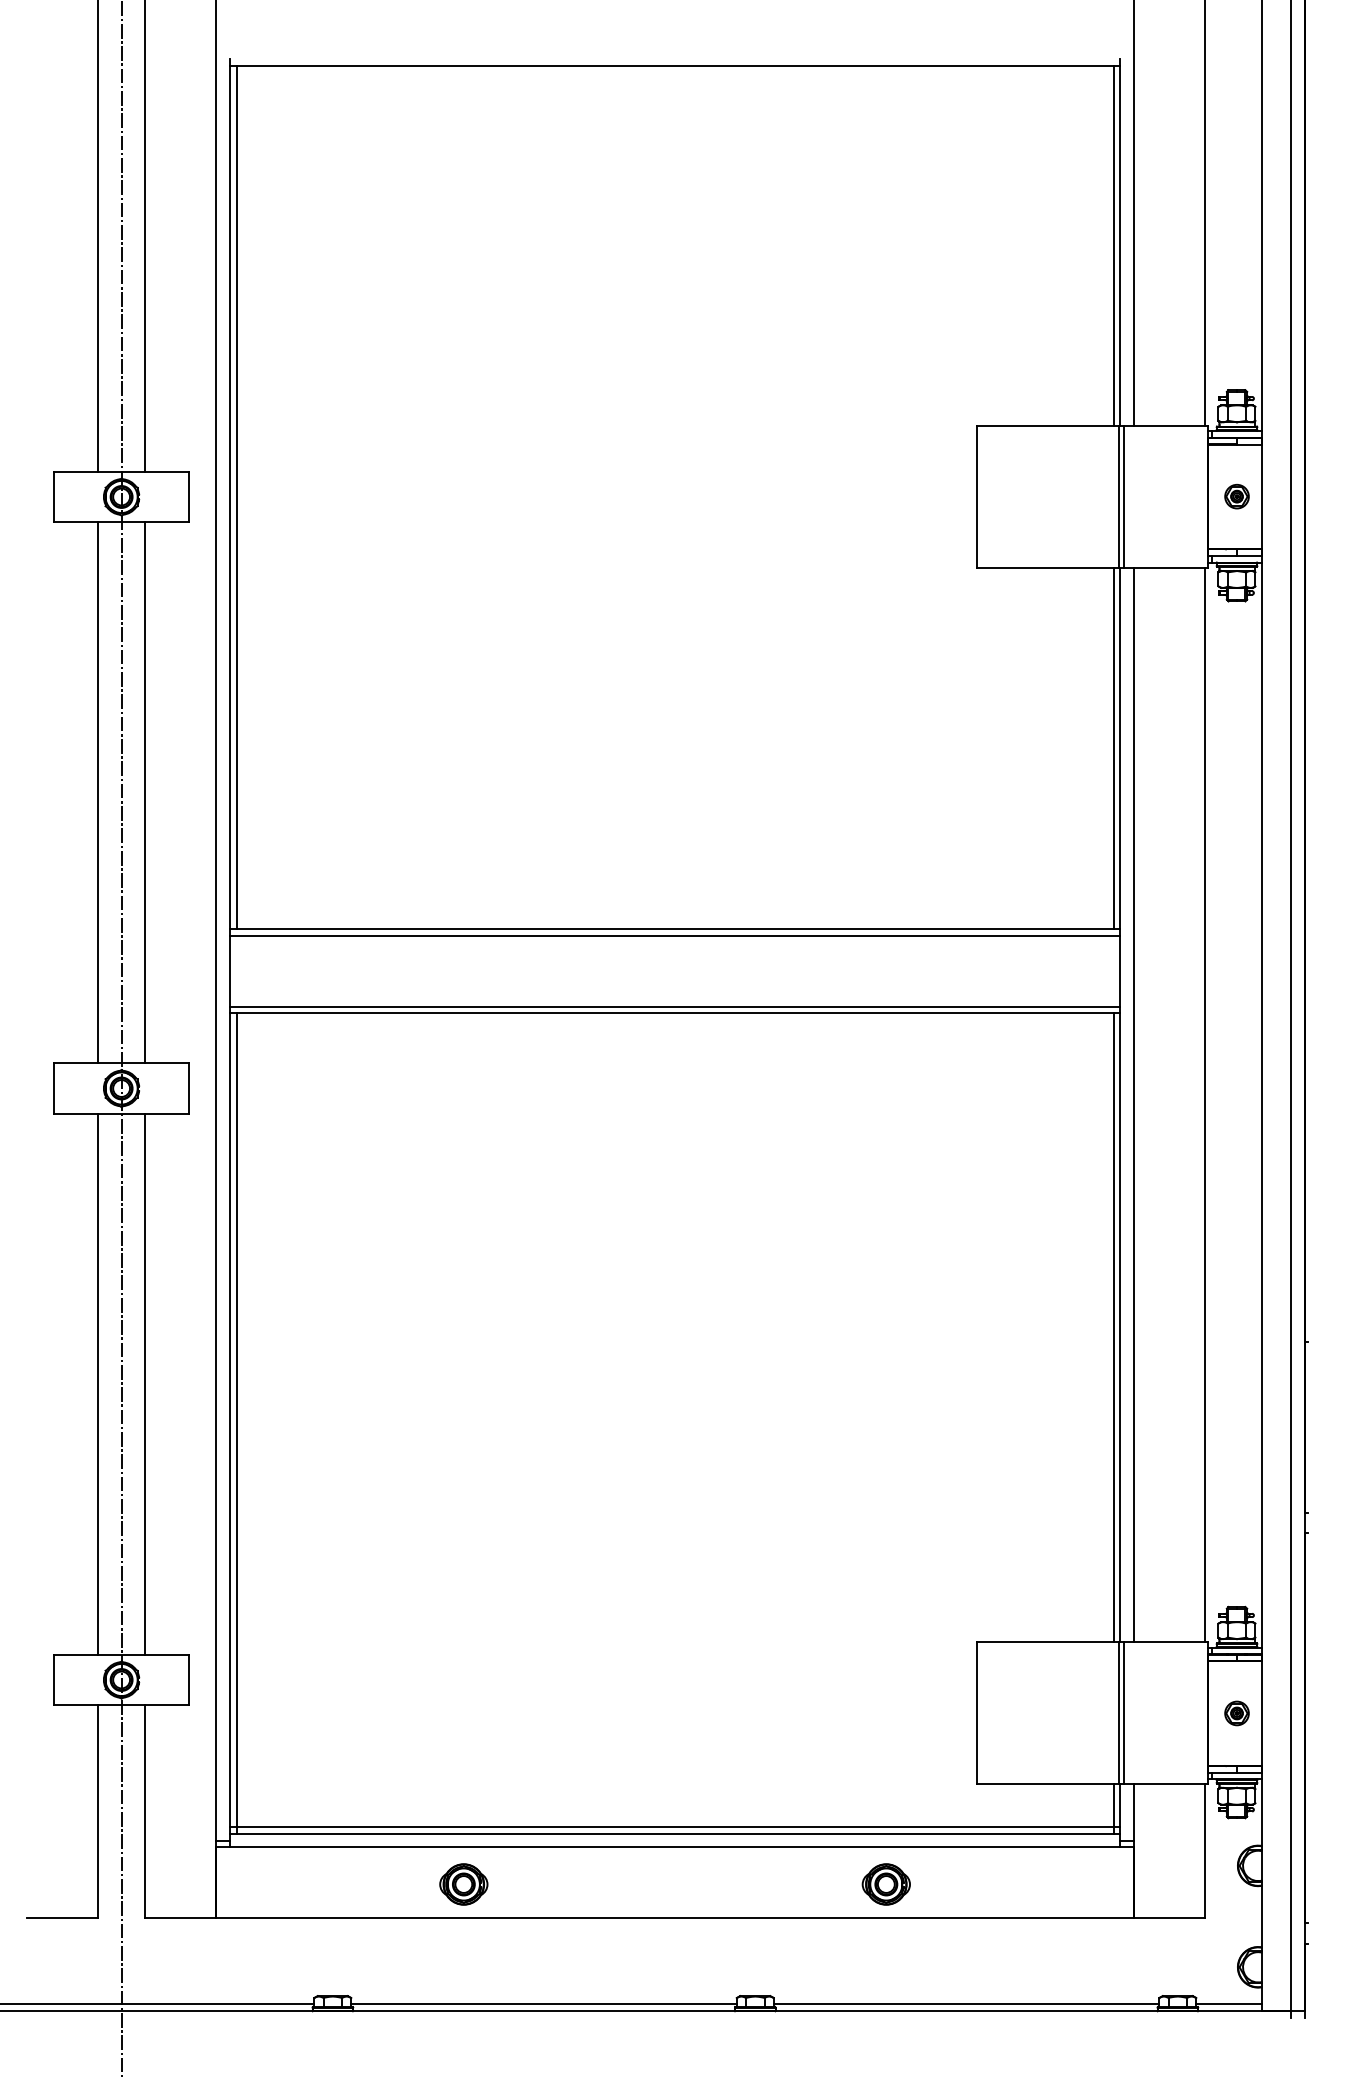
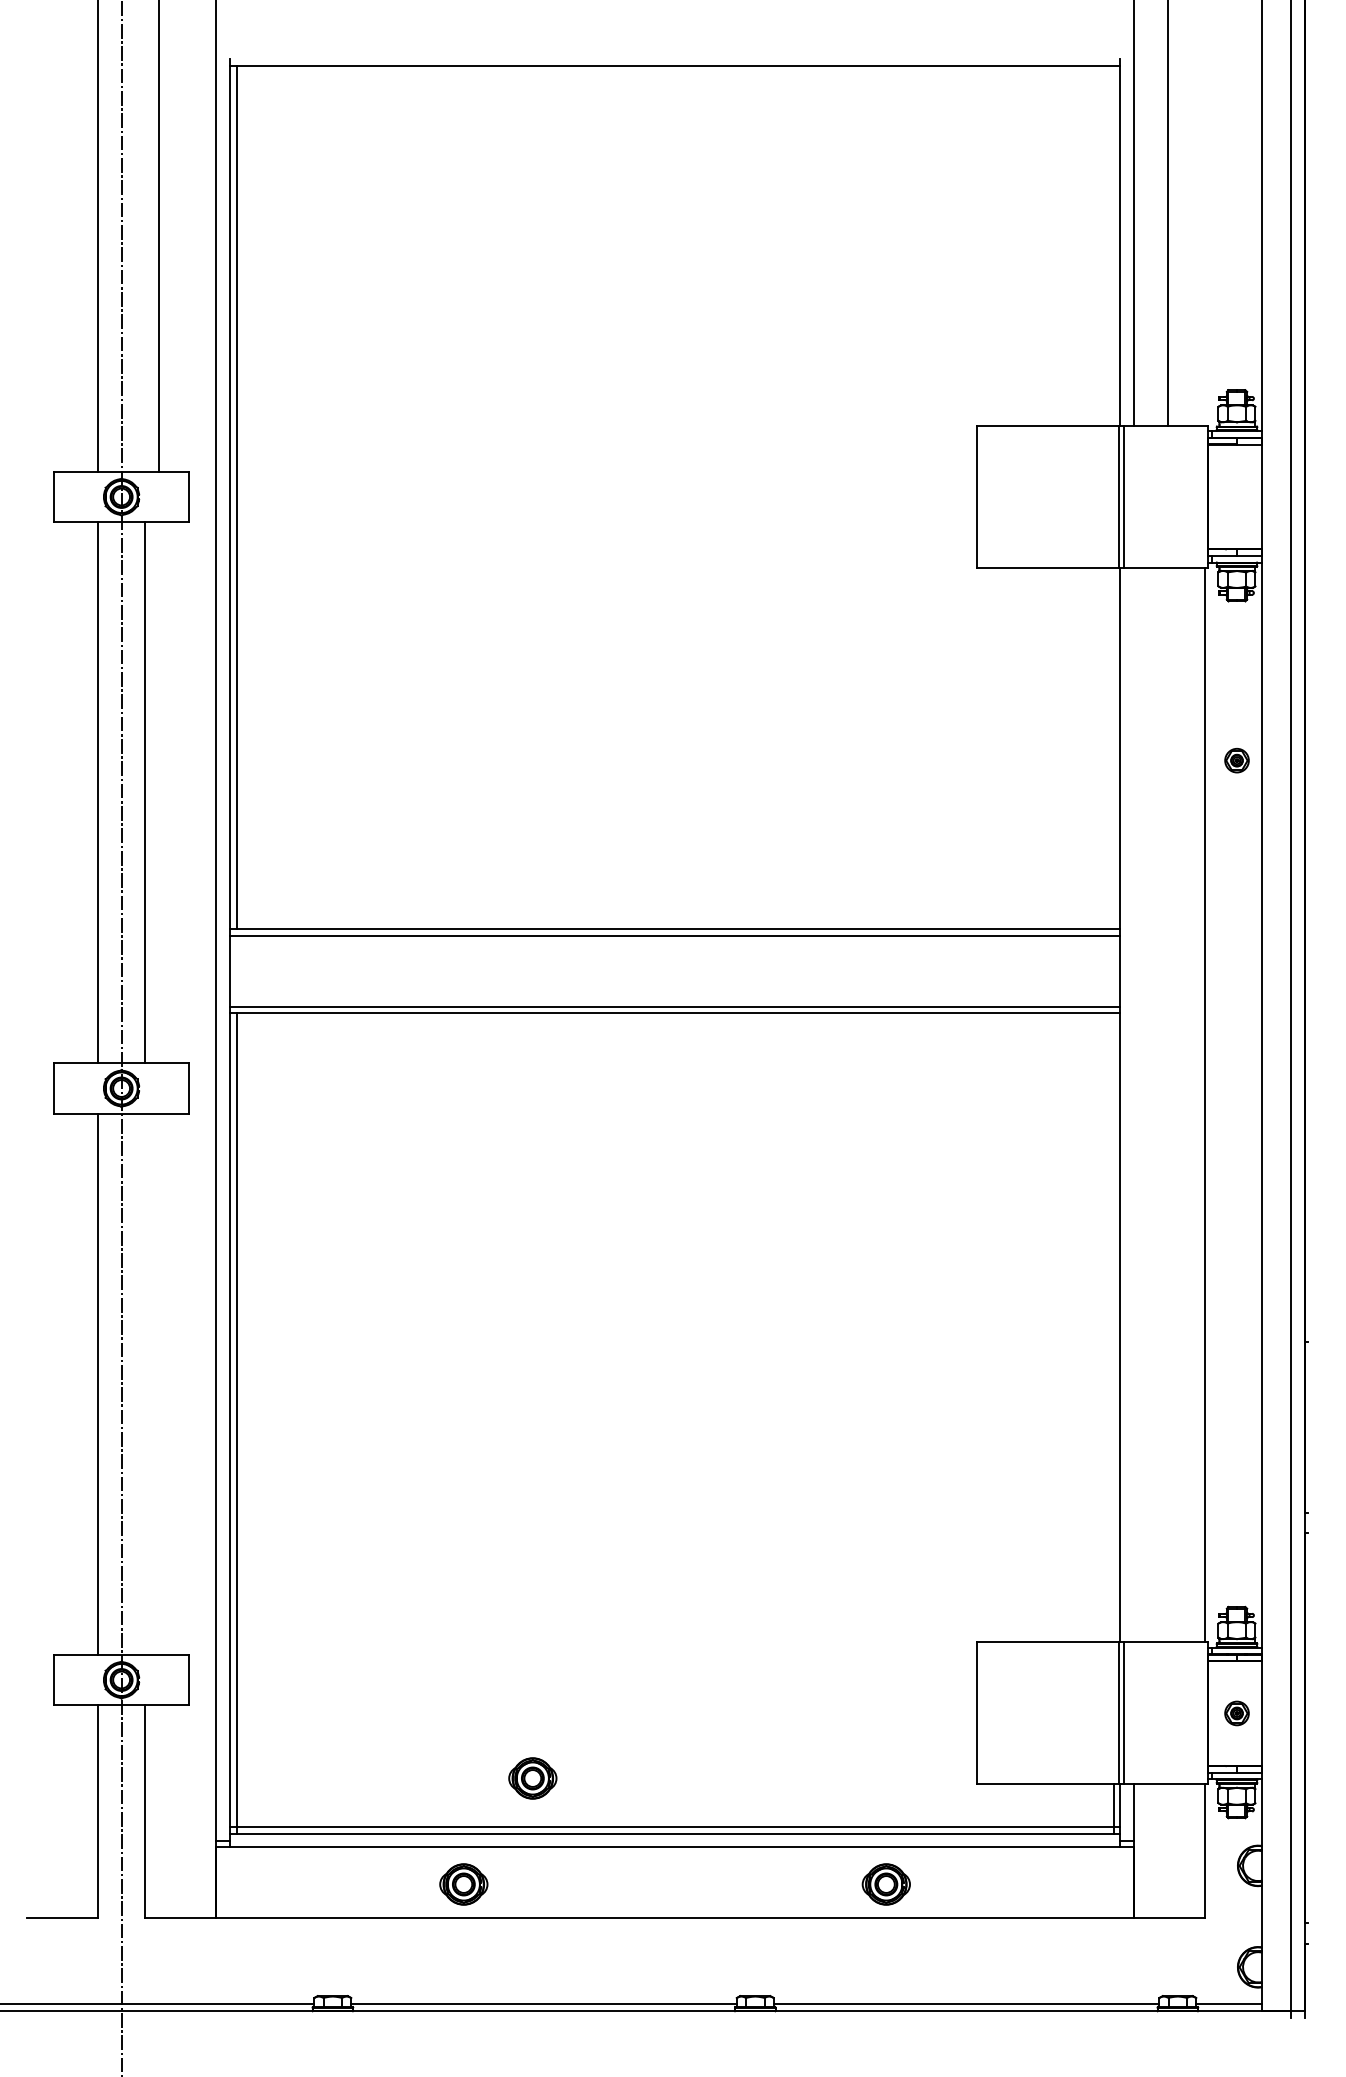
line at (1204, 213) position: (1204, 213) -> (1167, 213)
line at (145, 236) position: (145, 236) -> (159, 236)
line at (1113, 245): present -> none
part at (1236, 496) position: (1236, 496) -> (1236, 760)
line at (1113, 747): present -> none
line at (1133, 1104): present -> none
line at (1113, 1327): present -> none
line at (145, 1383): present -> none
part at (532, 1778): none -> present
